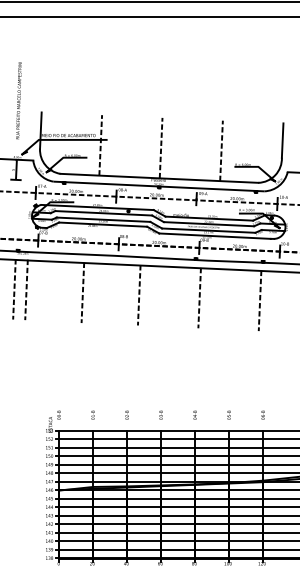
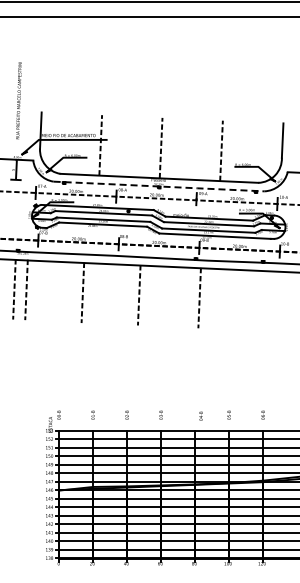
line at (158, 186): solid -> dashed
line at (259, 300): present -> none
text at (194, 414) position: (194, 414) -> (200, 415)
